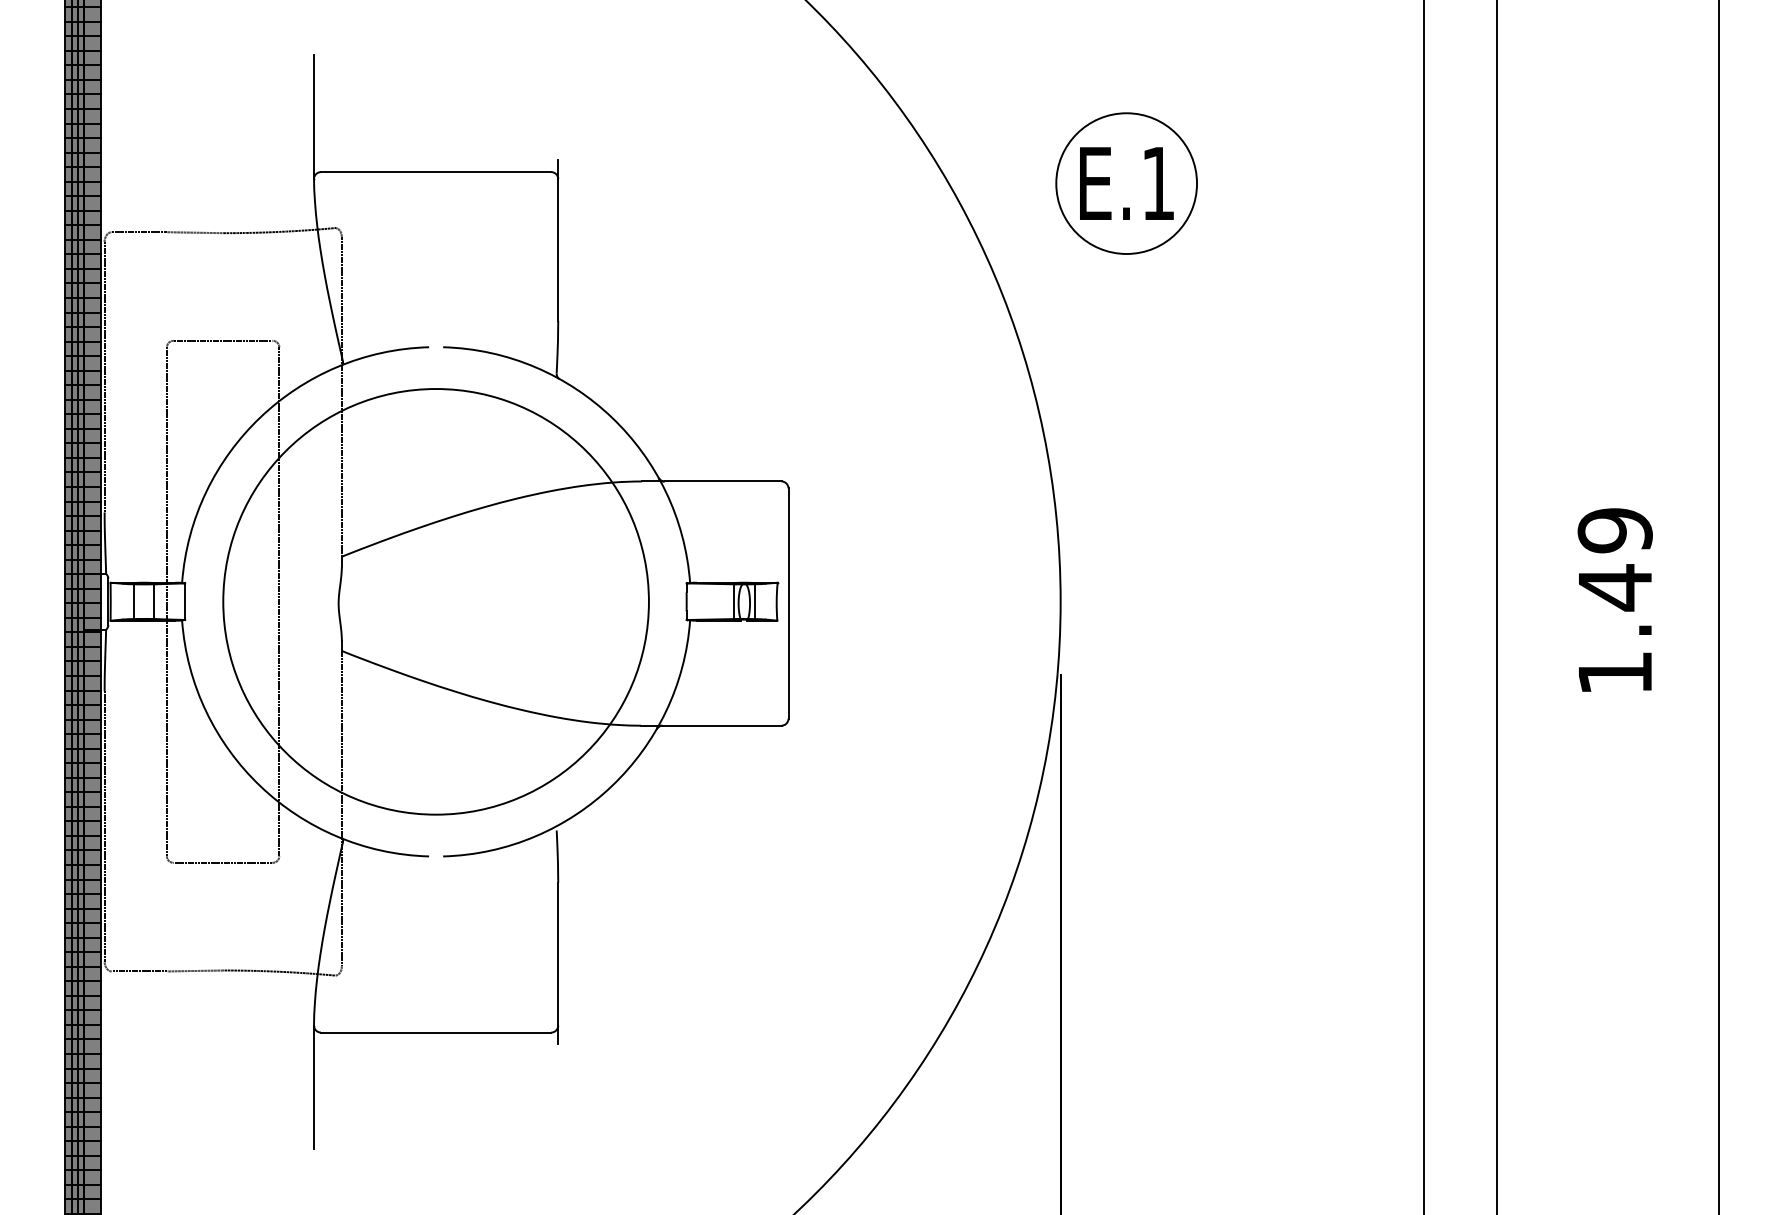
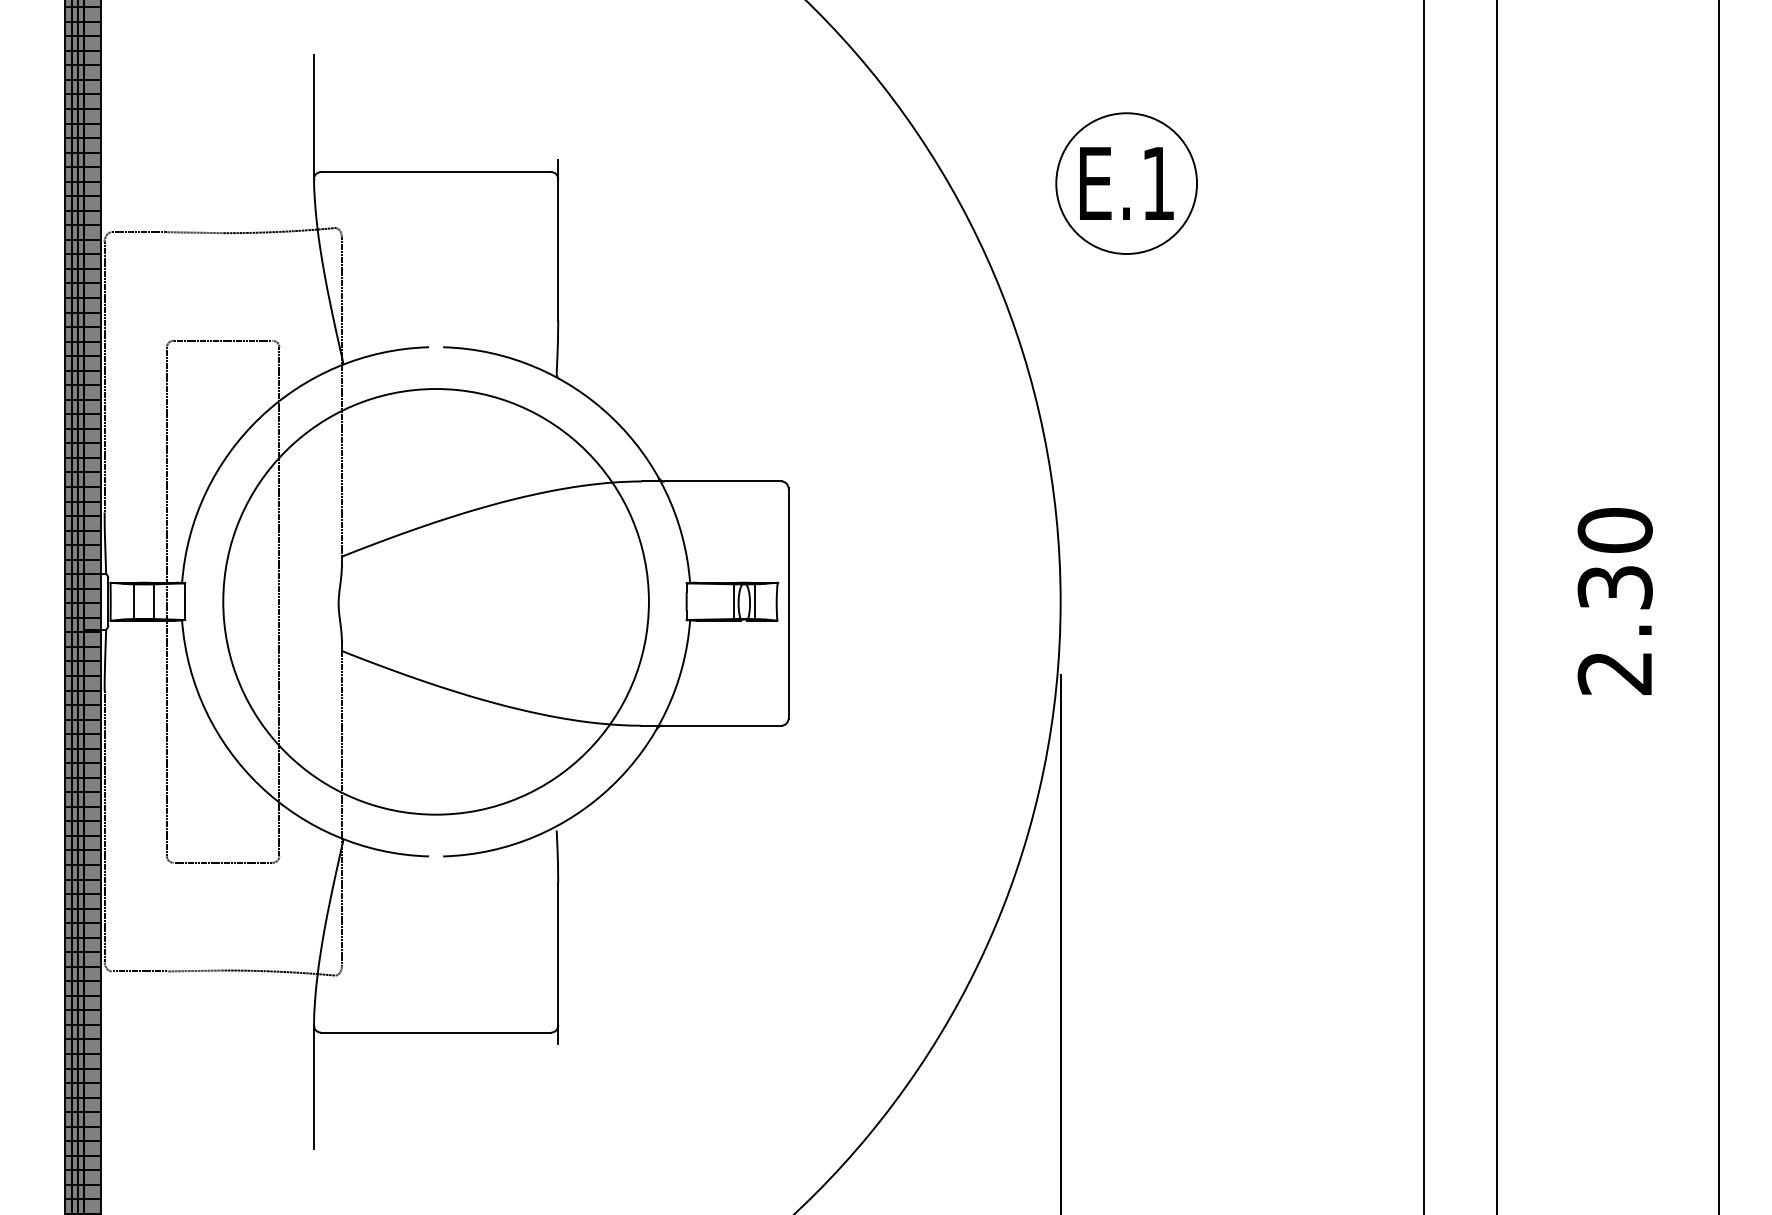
text at (1614, 601): 1.49 -> 2.30
